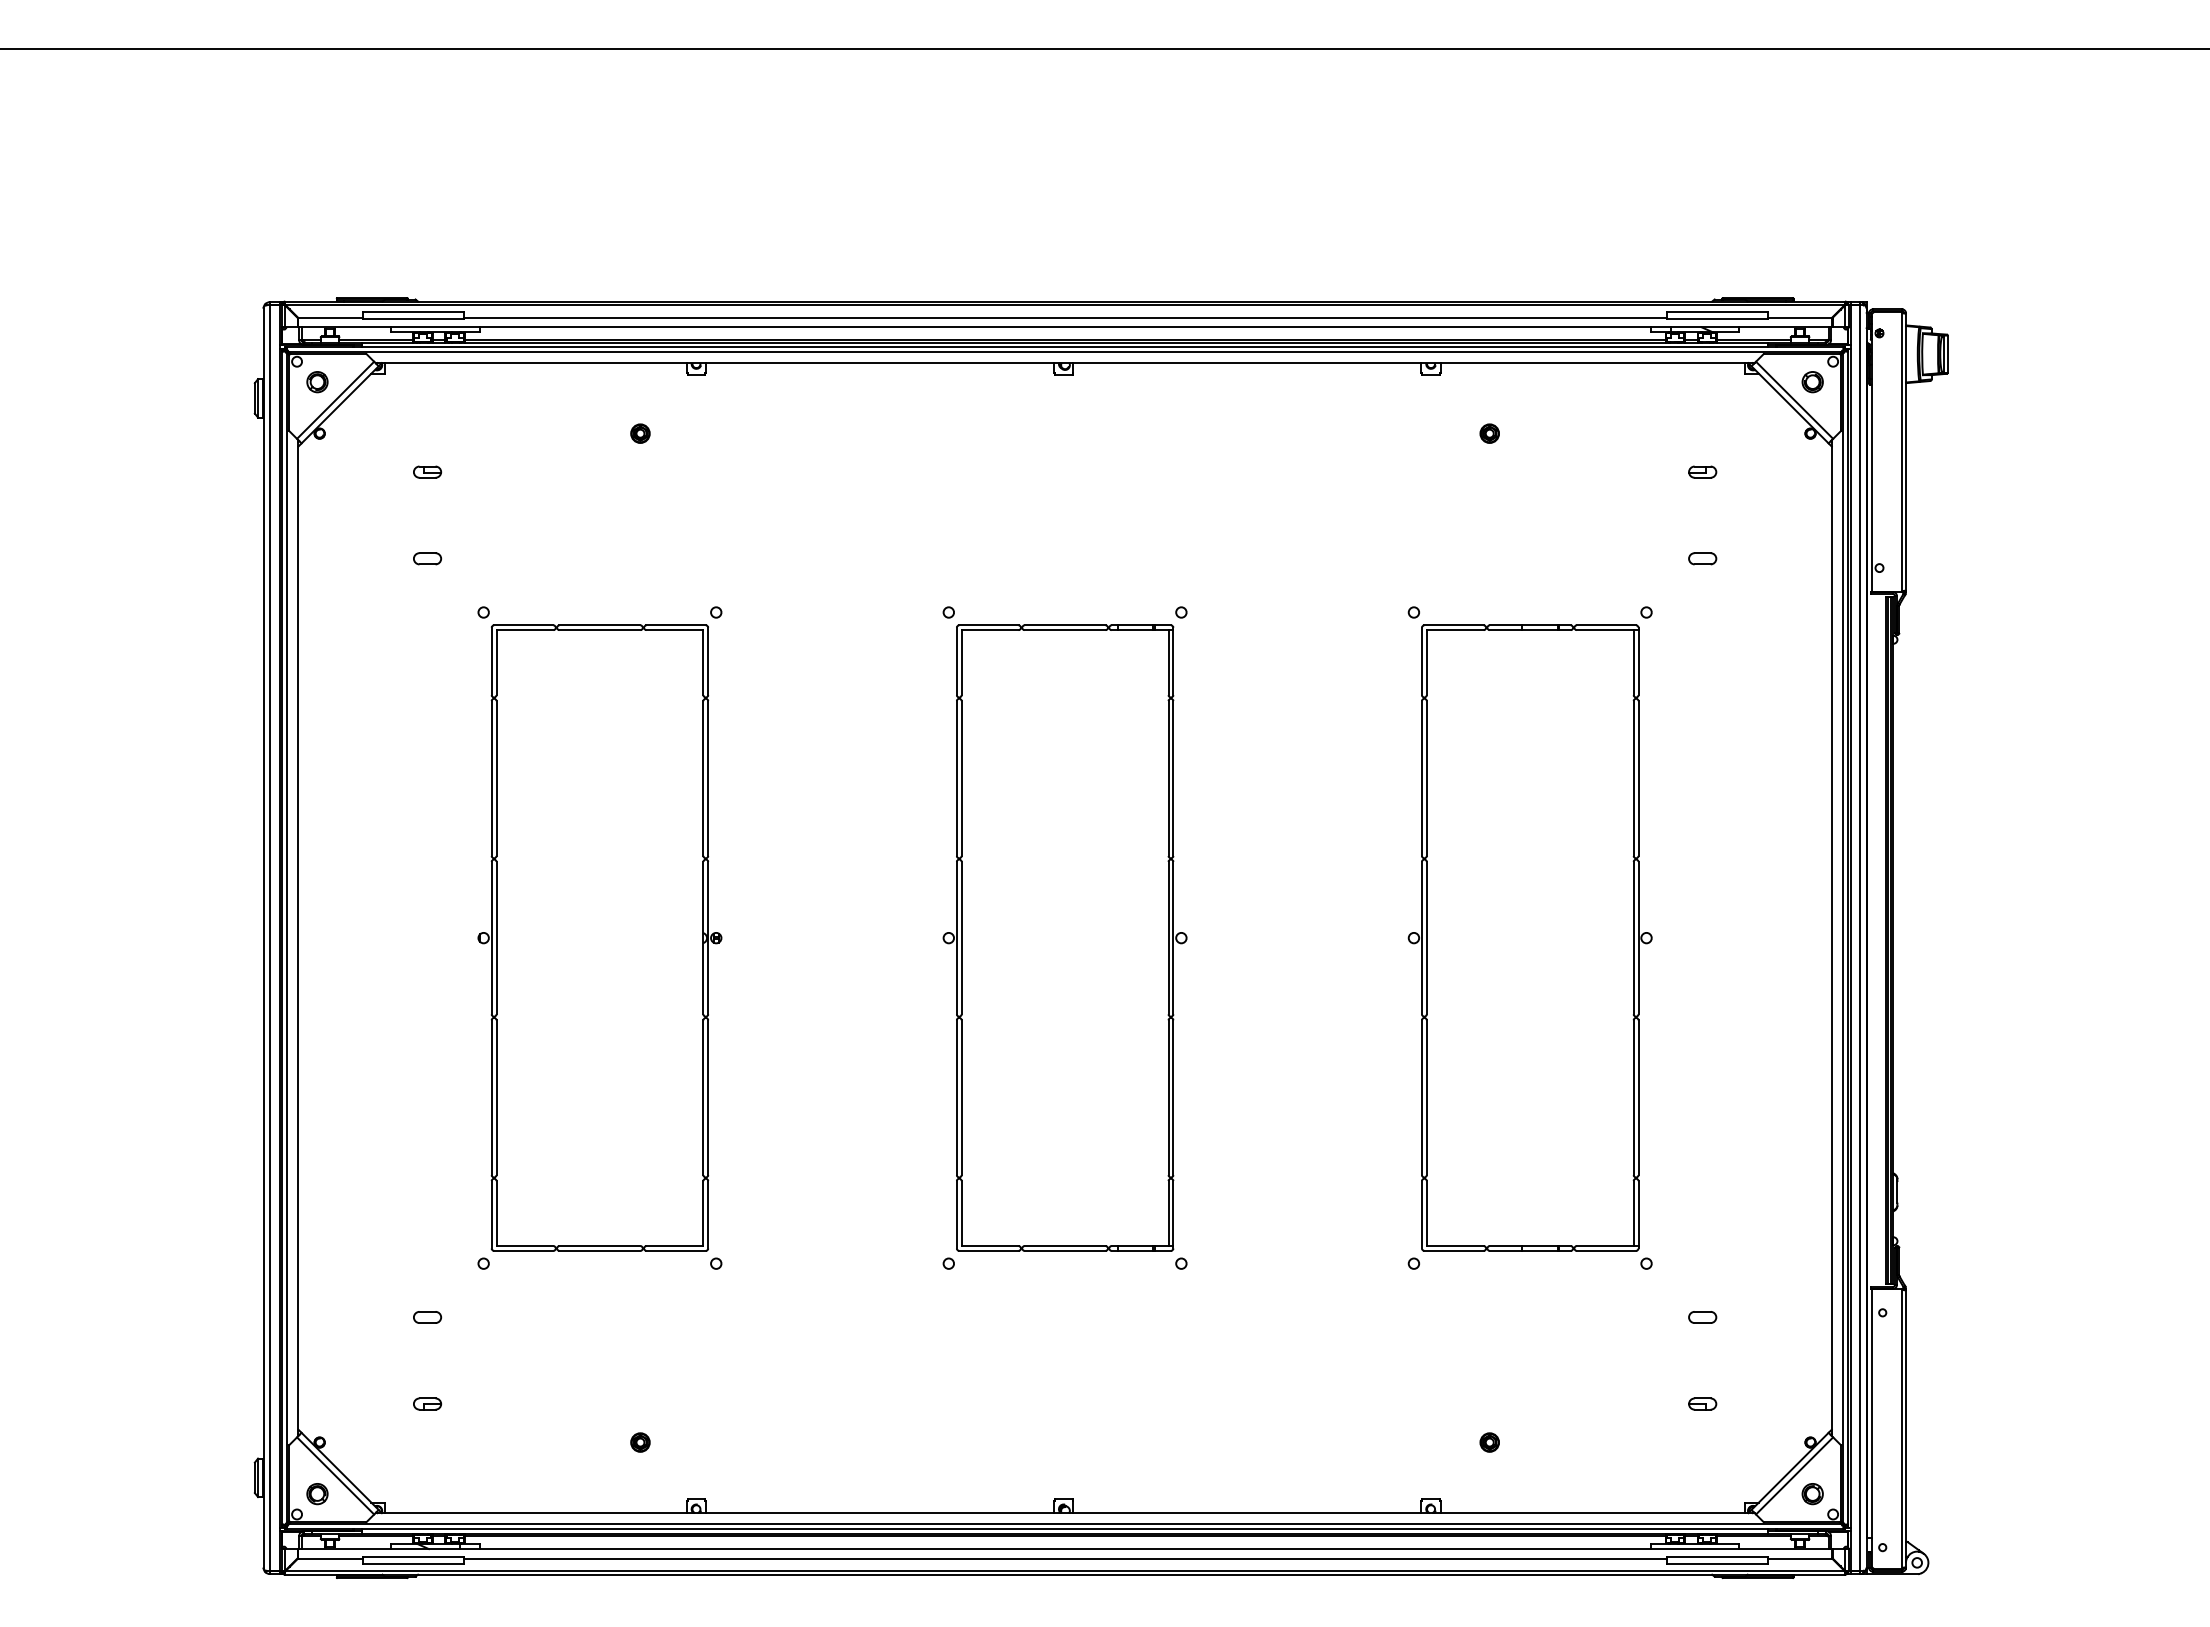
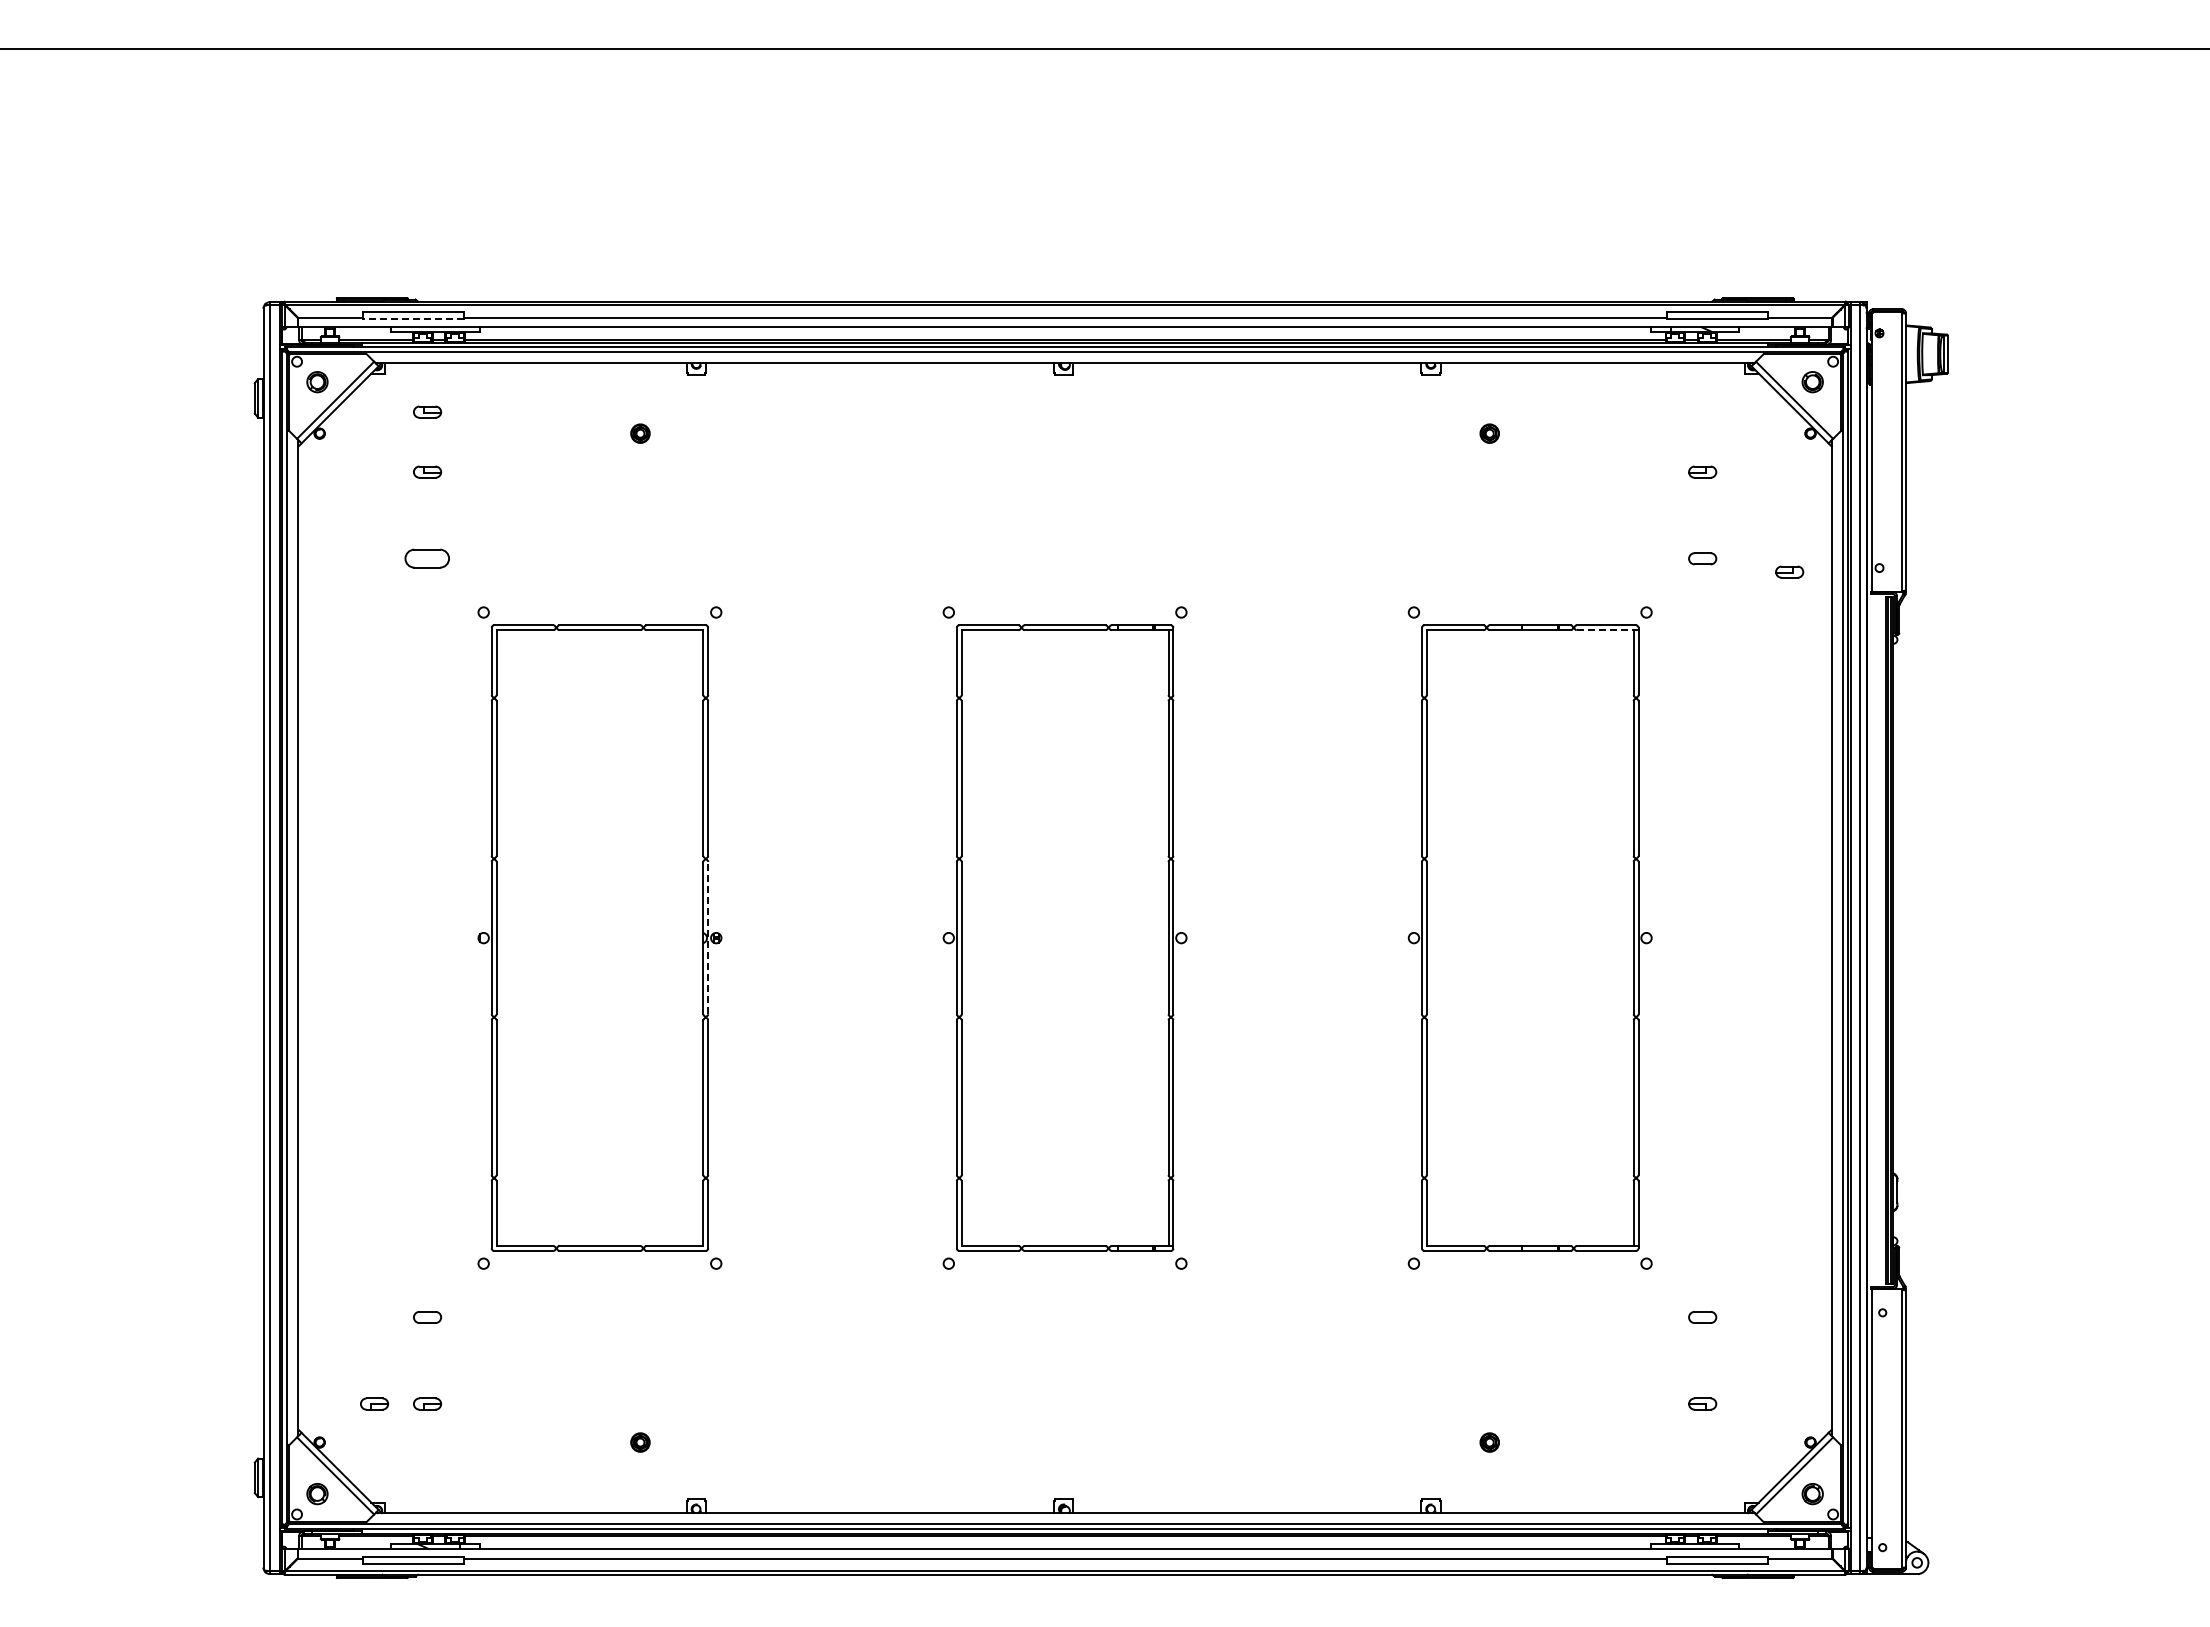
line at (413, 318): solid -> dashed
part at (427, 411): none -> present
part at (427, 558) size: 30x14 px -> 46x21 px
part at (1789, 571): none -> present
line at (1605, 630): solid -> dashed
line at (708, 937): solid -> dashed
part at (374, 1403): none -> present
